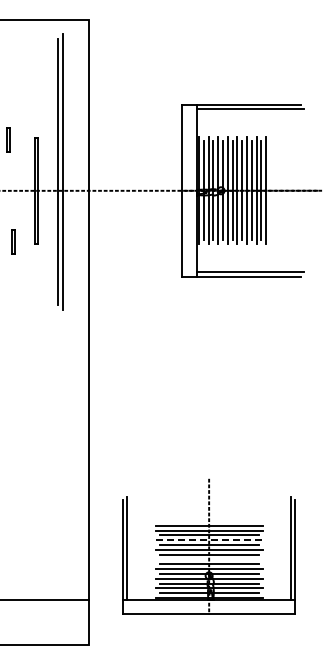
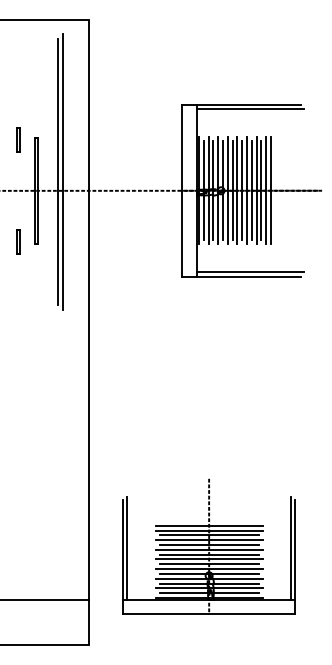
line at (7, 139) position: (7, 139) -> (17, 139)
line at (271, 190): none -> present
line at (12, 241) position: (12, 241) -> (17, 241)
line at (209, 540): dashed -> solid
line at (208, 559): none -> present
